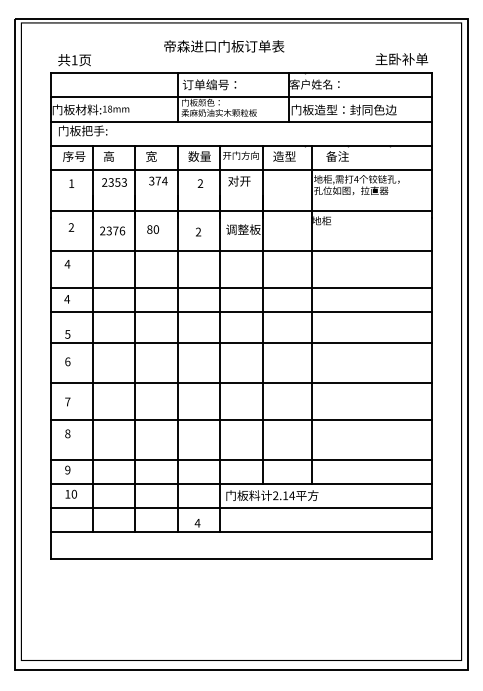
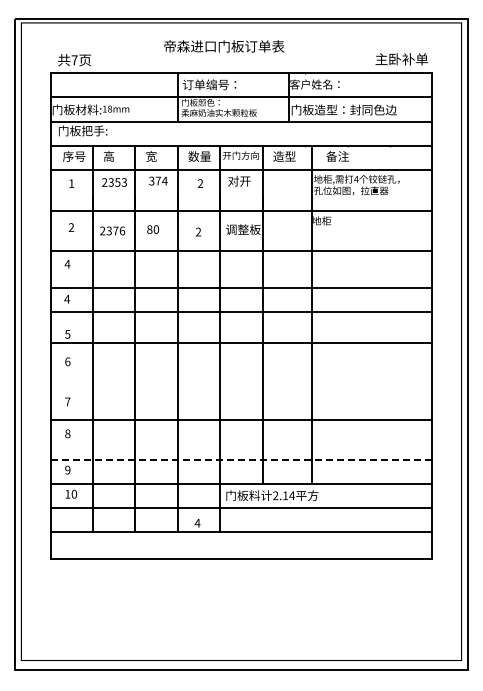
text at (74, 60): 1 -> 7
line at (241, 383): present -> none
line at (241, 459): solid -> dashed
